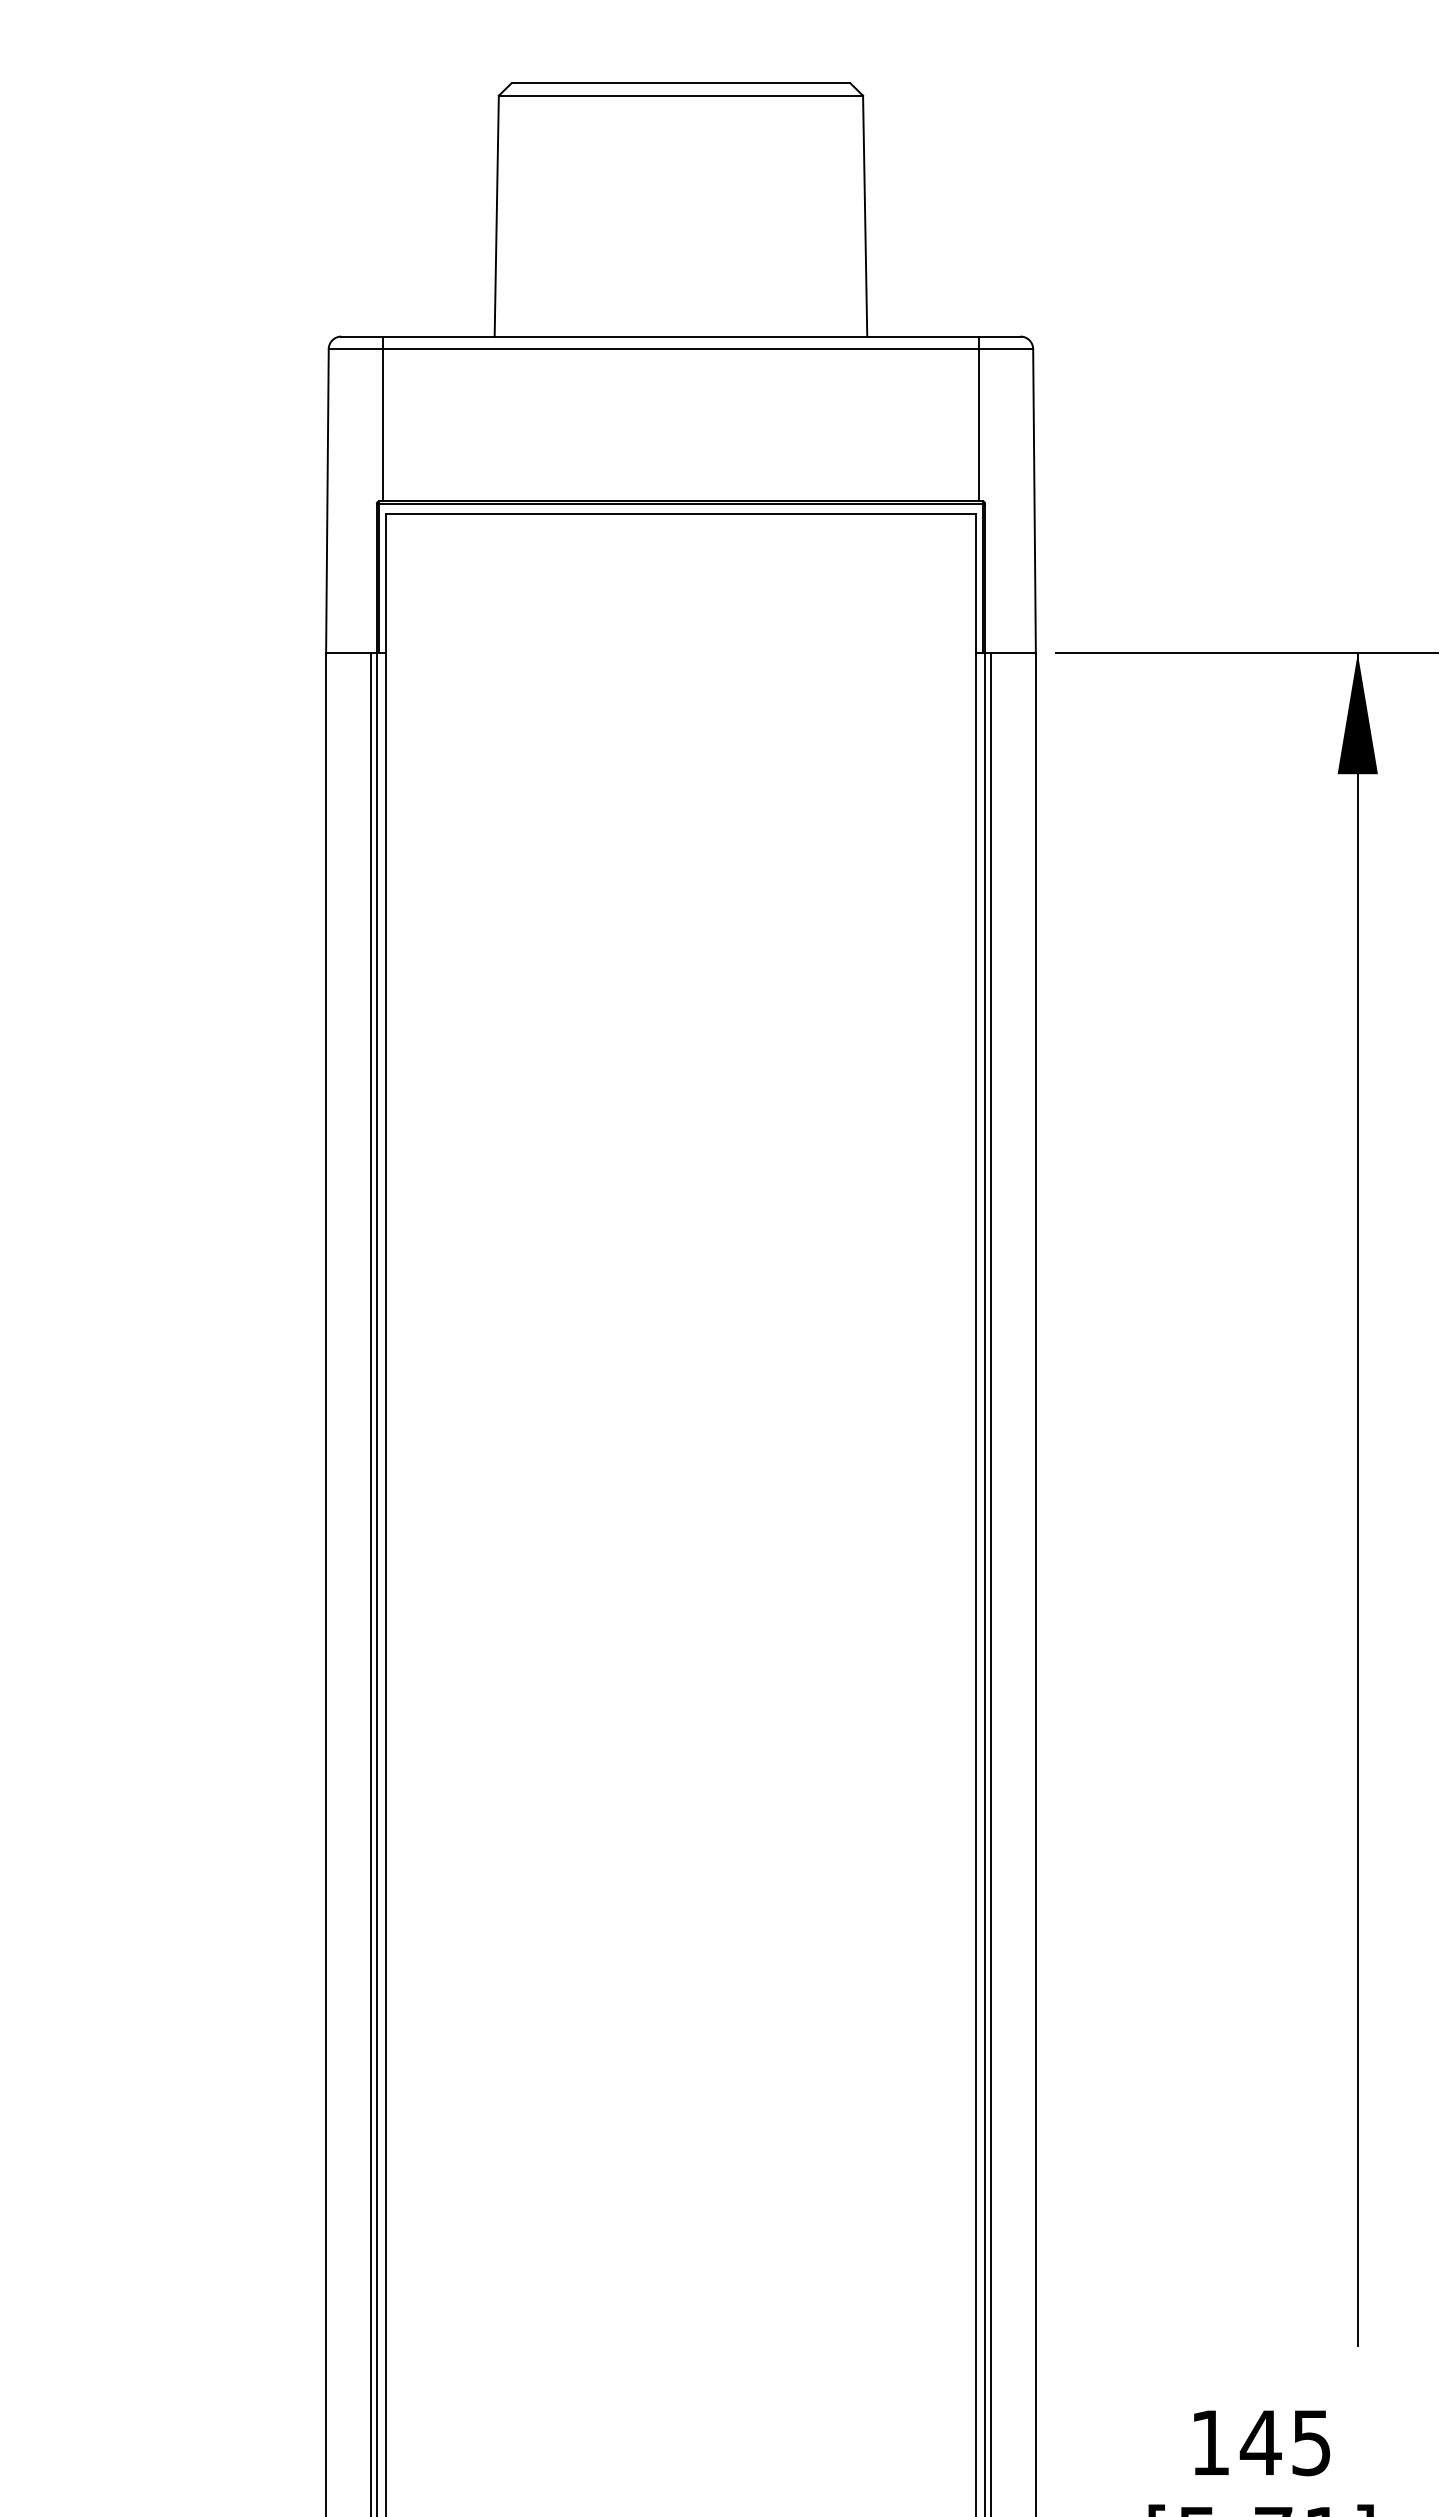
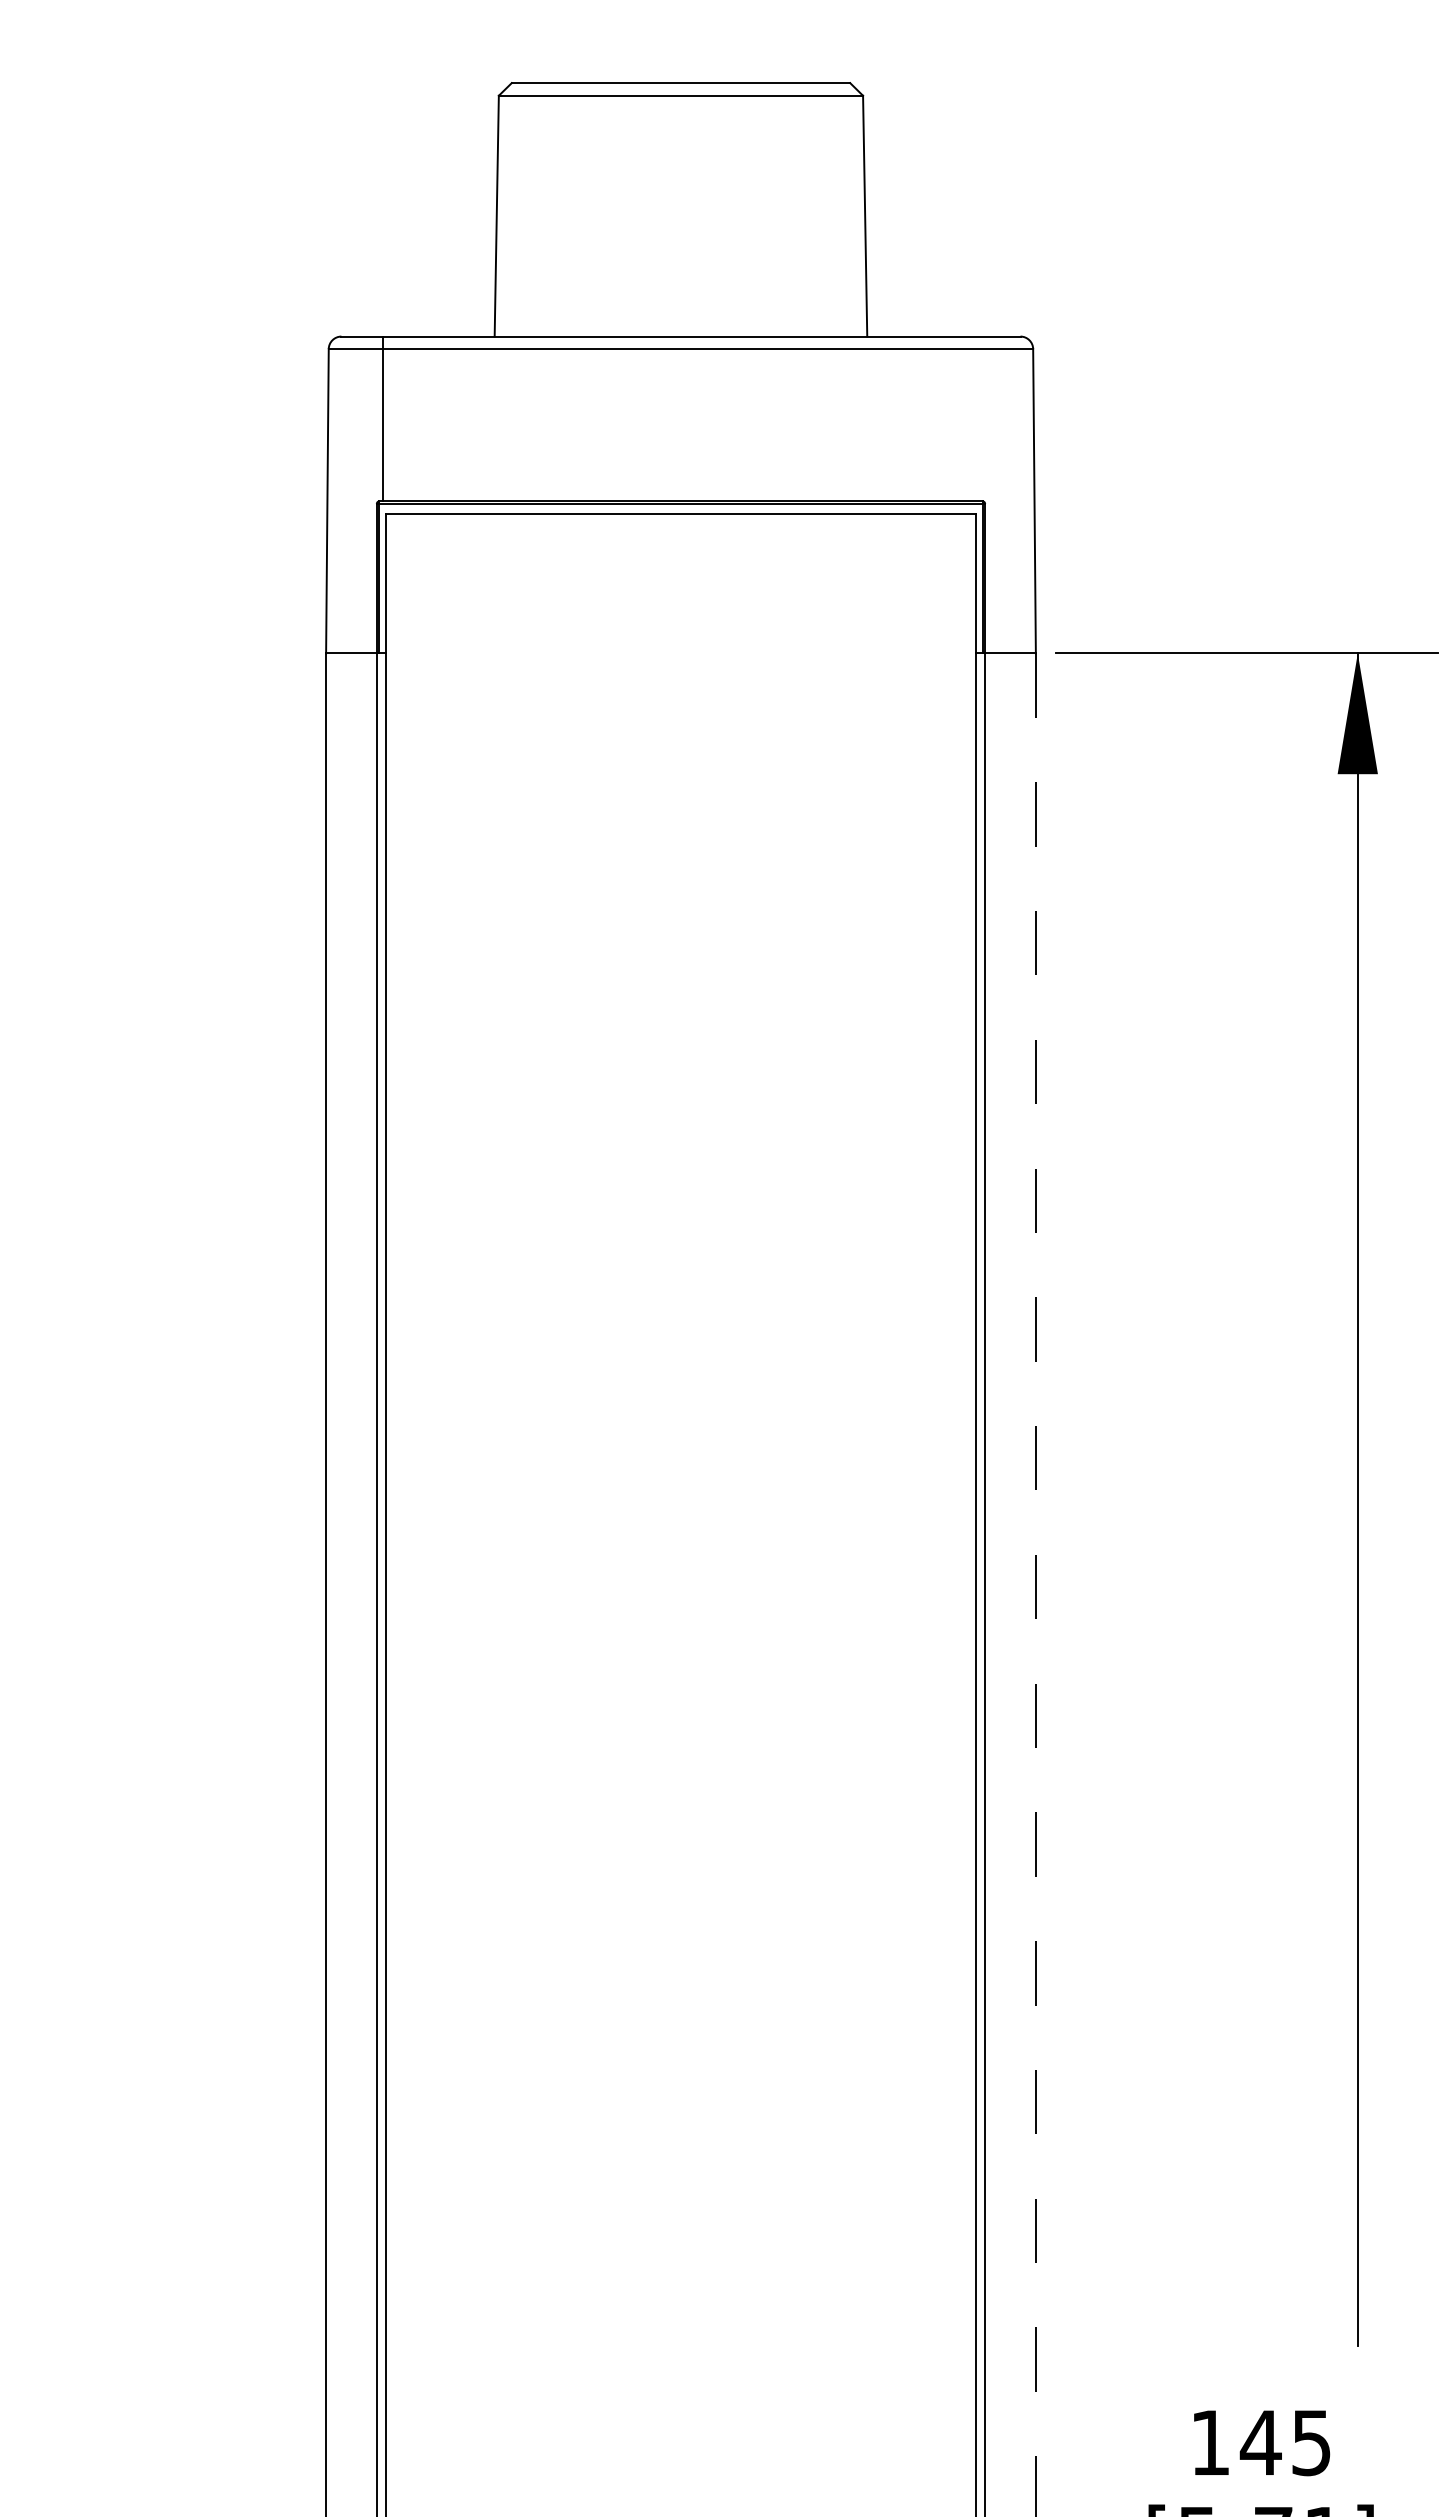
line at (978, 418): present -> none
line at (370, 1583): present -> none
line at (991, 1583): present -> none
line at (1035, 1585): solid -> dashed
